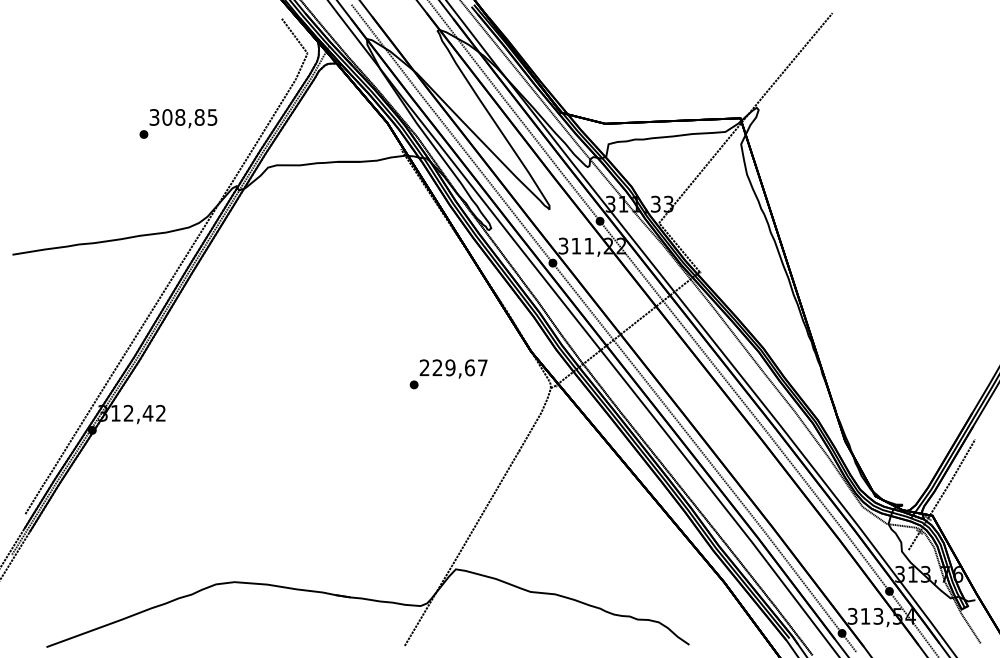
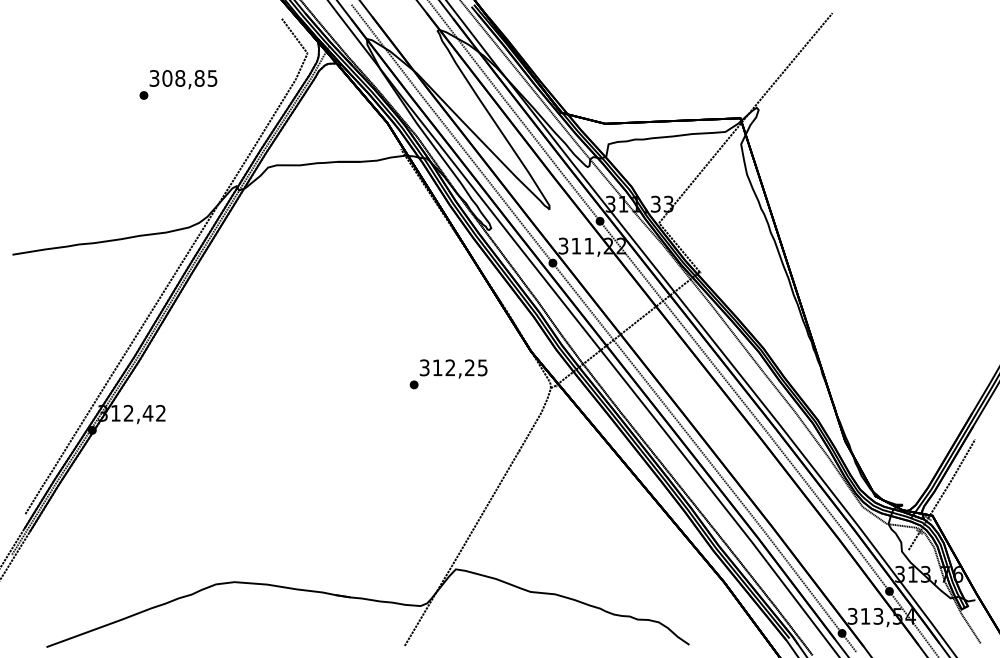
text at (178, 123) position: (178, 123) -> (178, 84)
text at (453, 367): 229,67 -> 312,25
